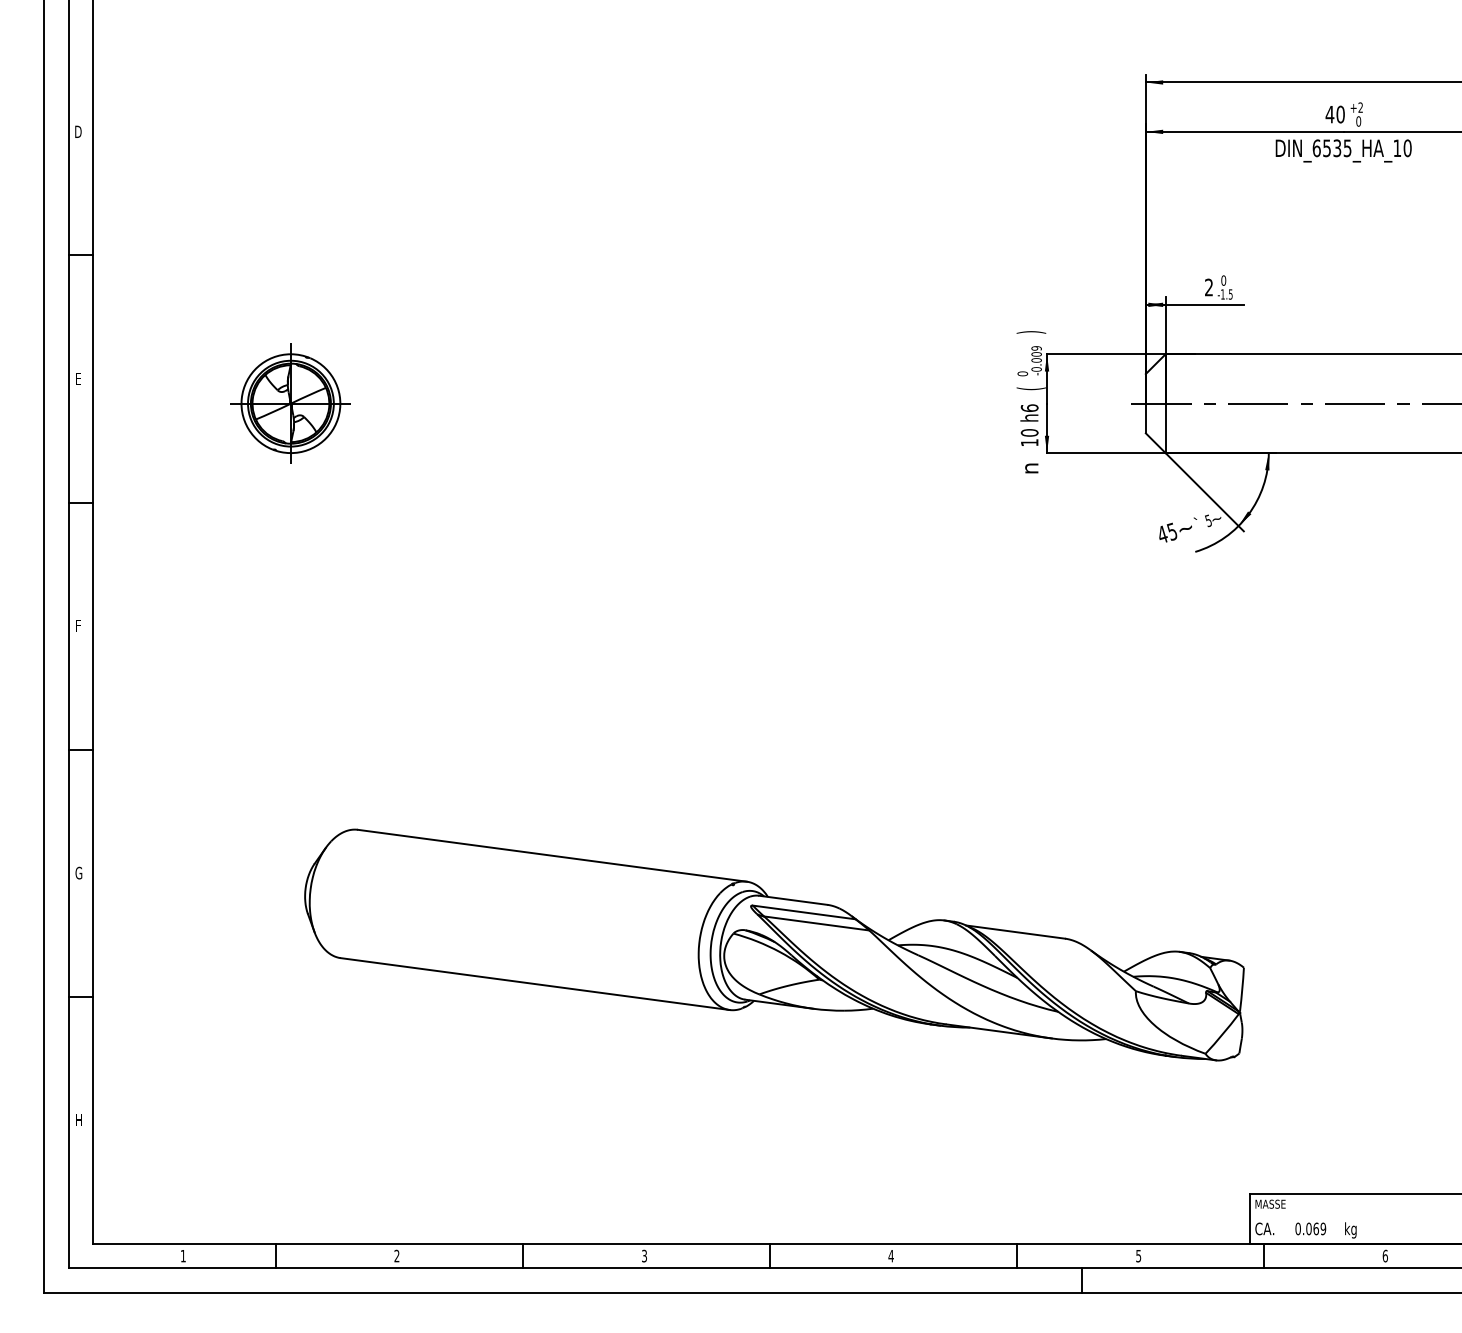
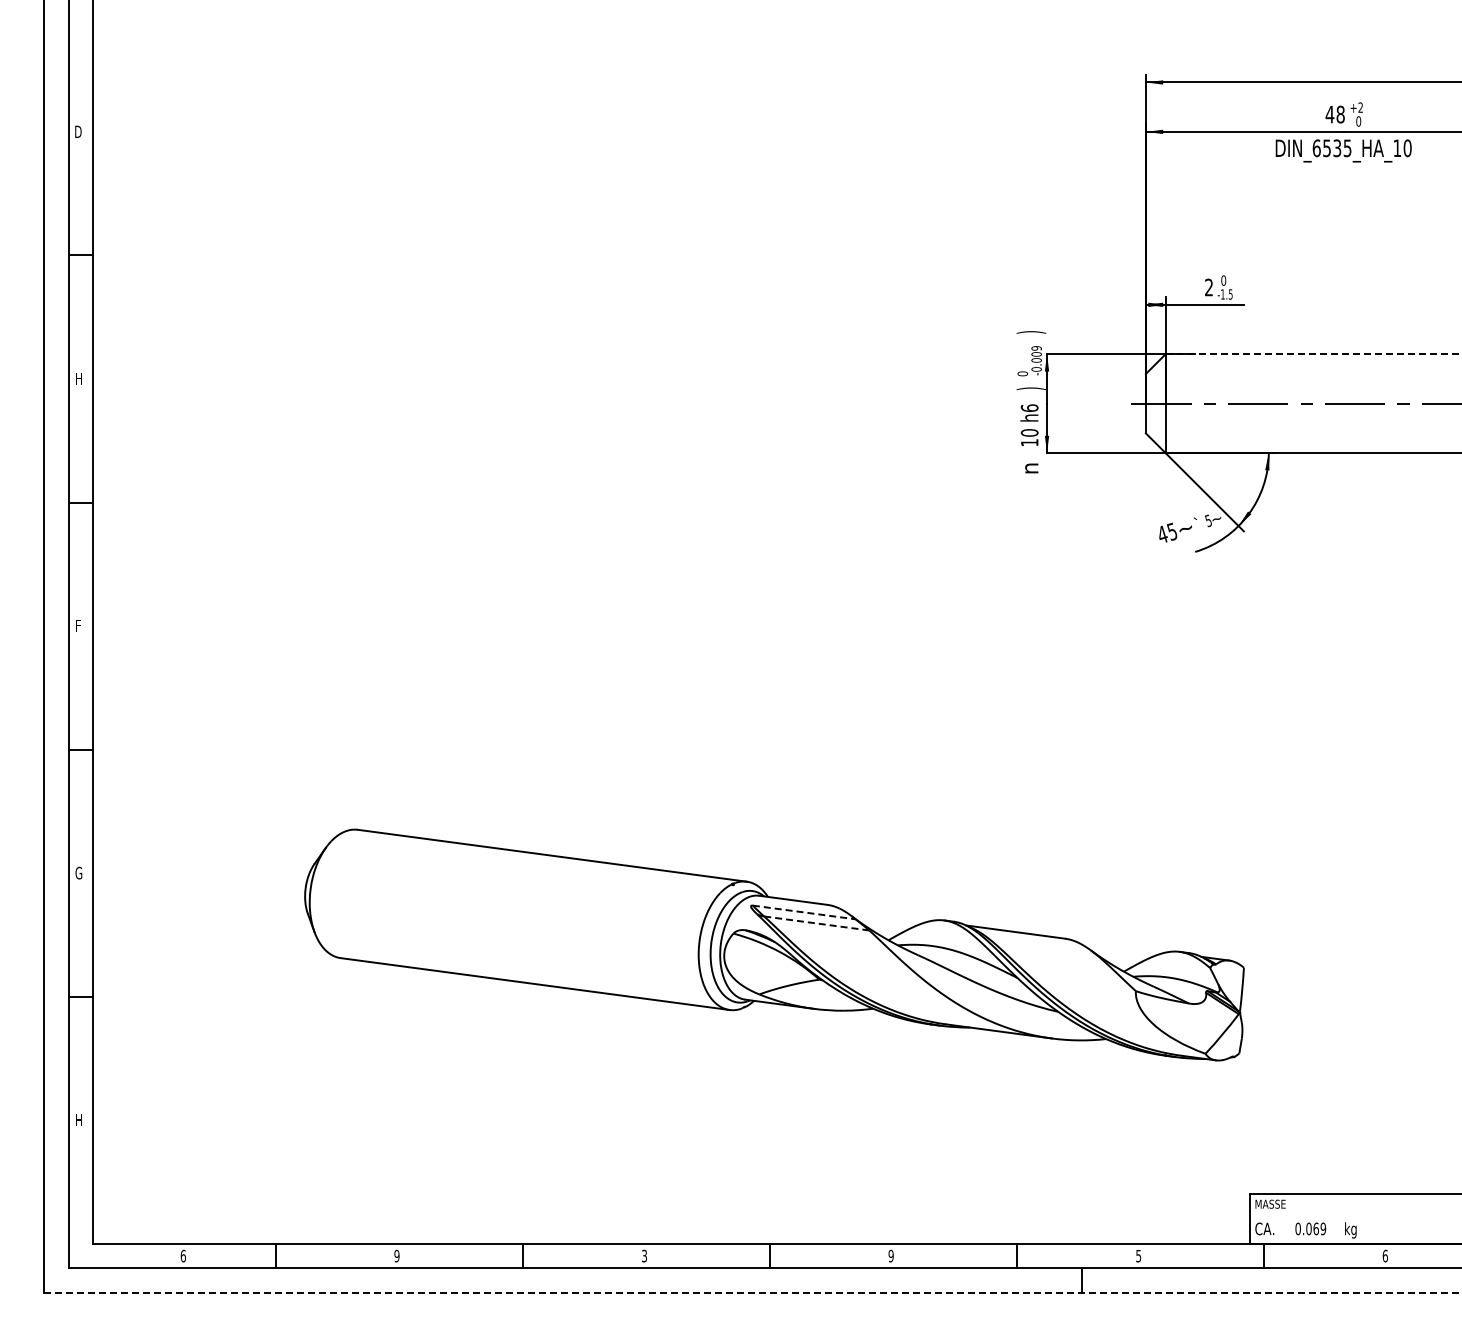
text at (1340, 114): 40 -> 48
line at (1313, 354): solid -> dashed
text at (79, 378): E -> H
text at (1030, 388): ( -> )
part at (290, 403): present -> none
line at (804, 912): solid -> dashed
line at (816, 923): solid -> dashed
text at (182, 1255): 1 -> 6
text at (890, 1255): 4 -> 9
text at (396, 1256): 2 -> 9
line at (752, 1293): solid -> dashed
